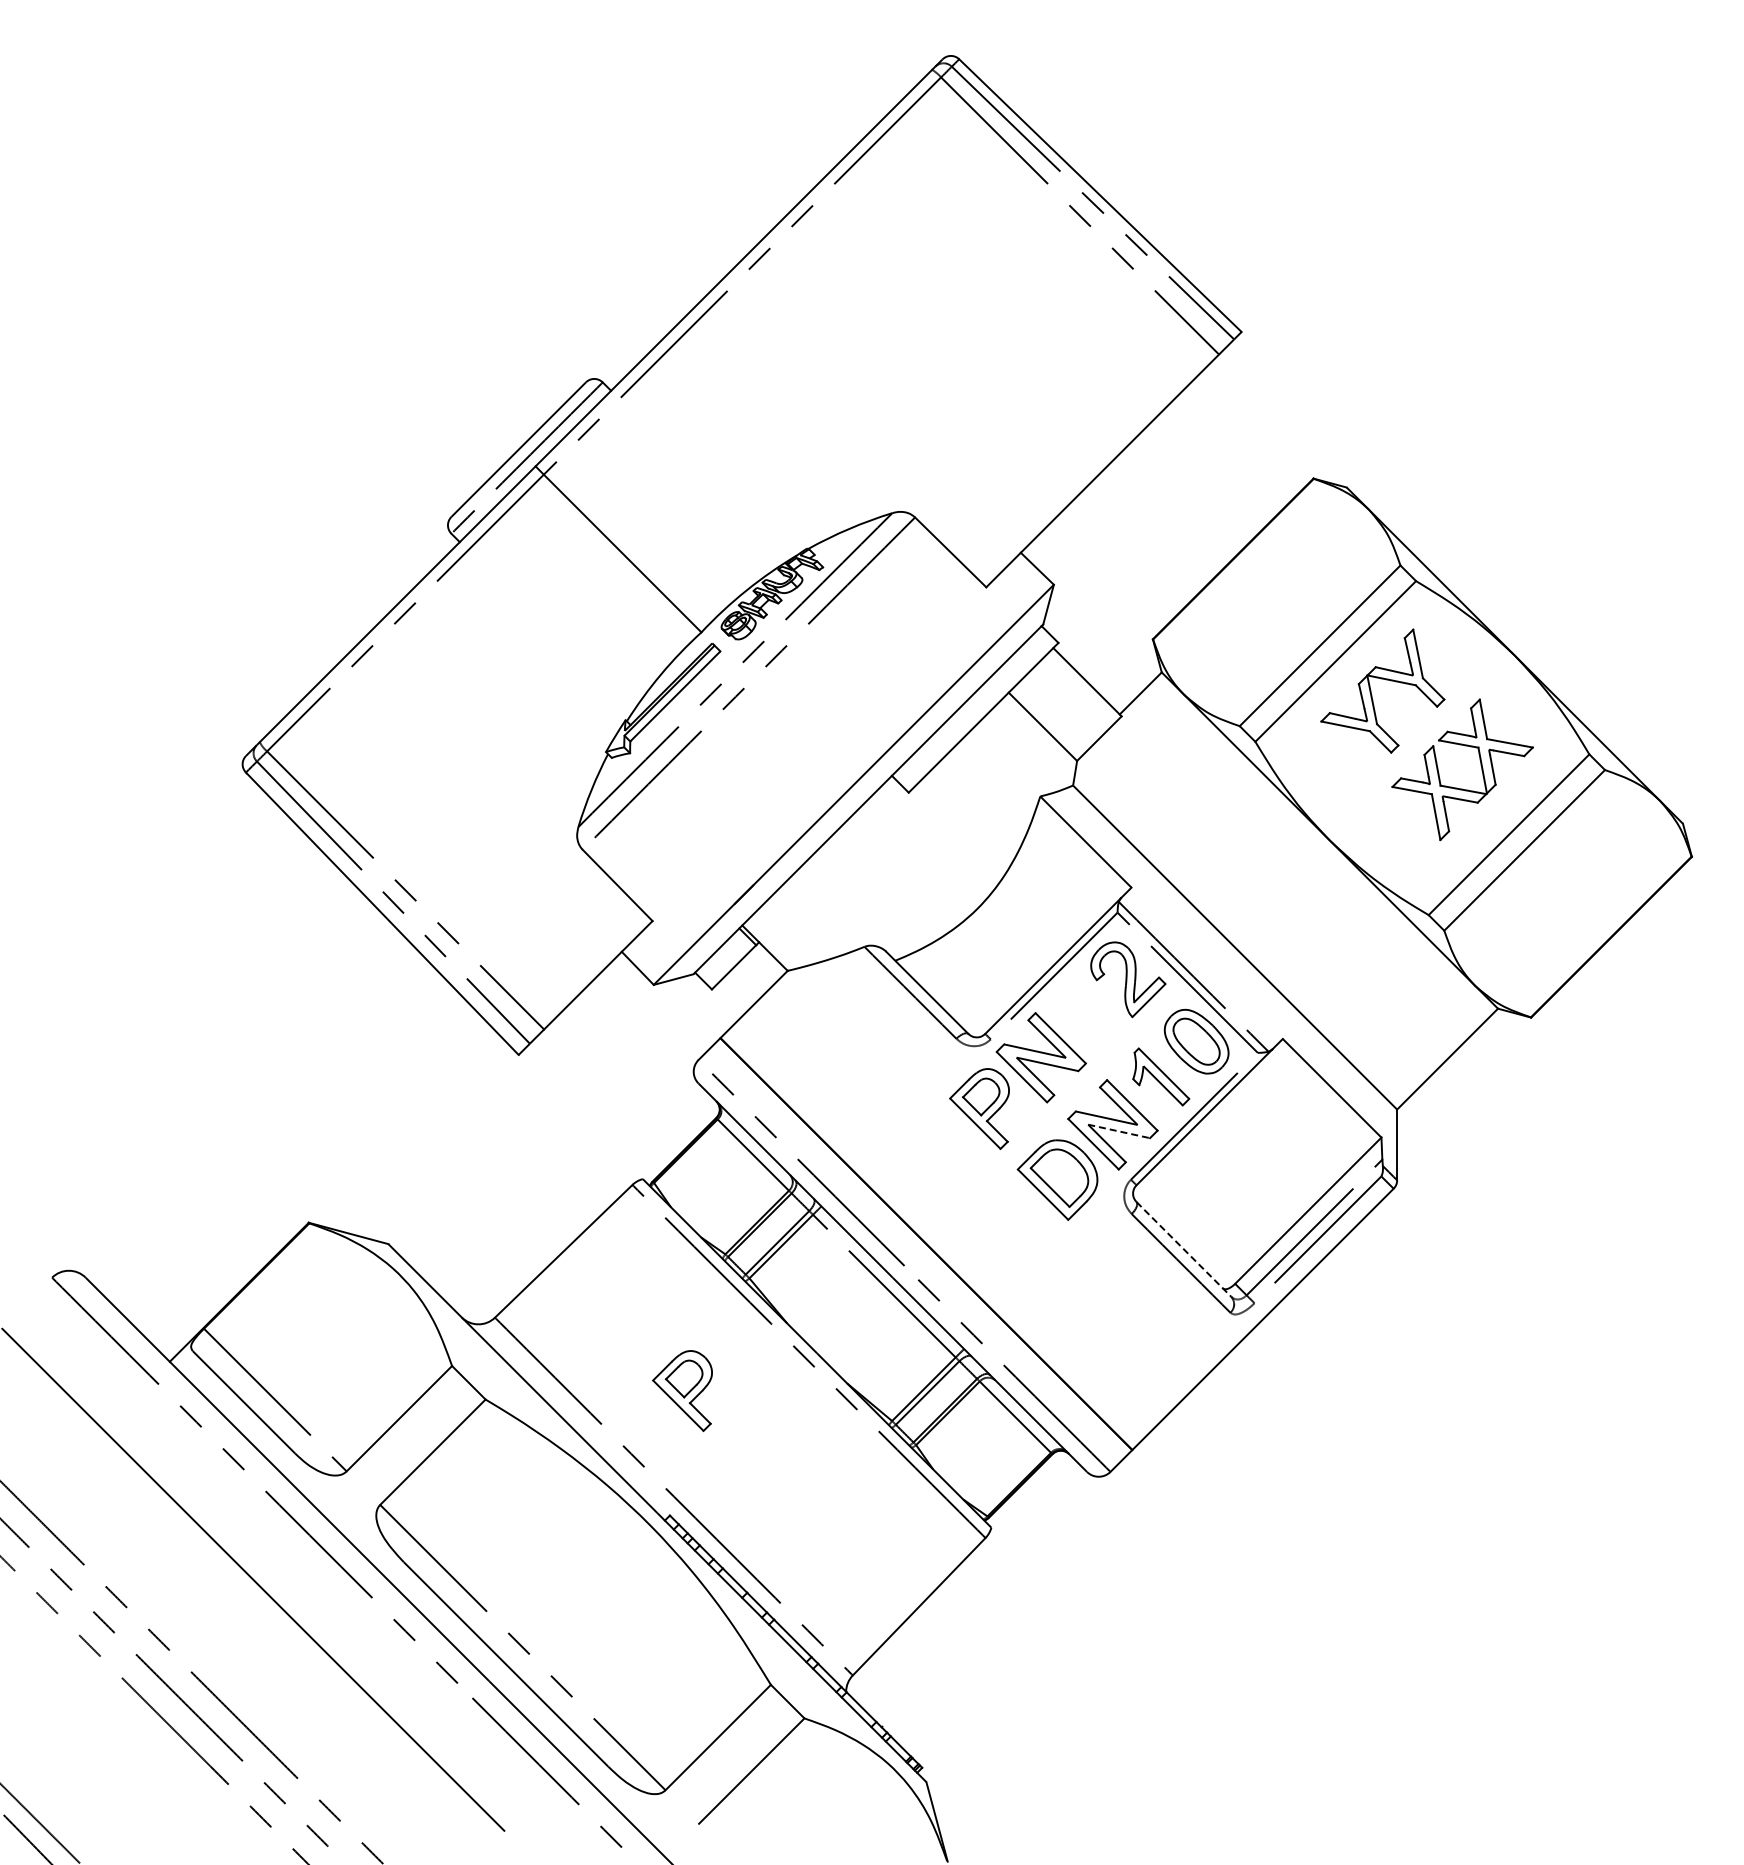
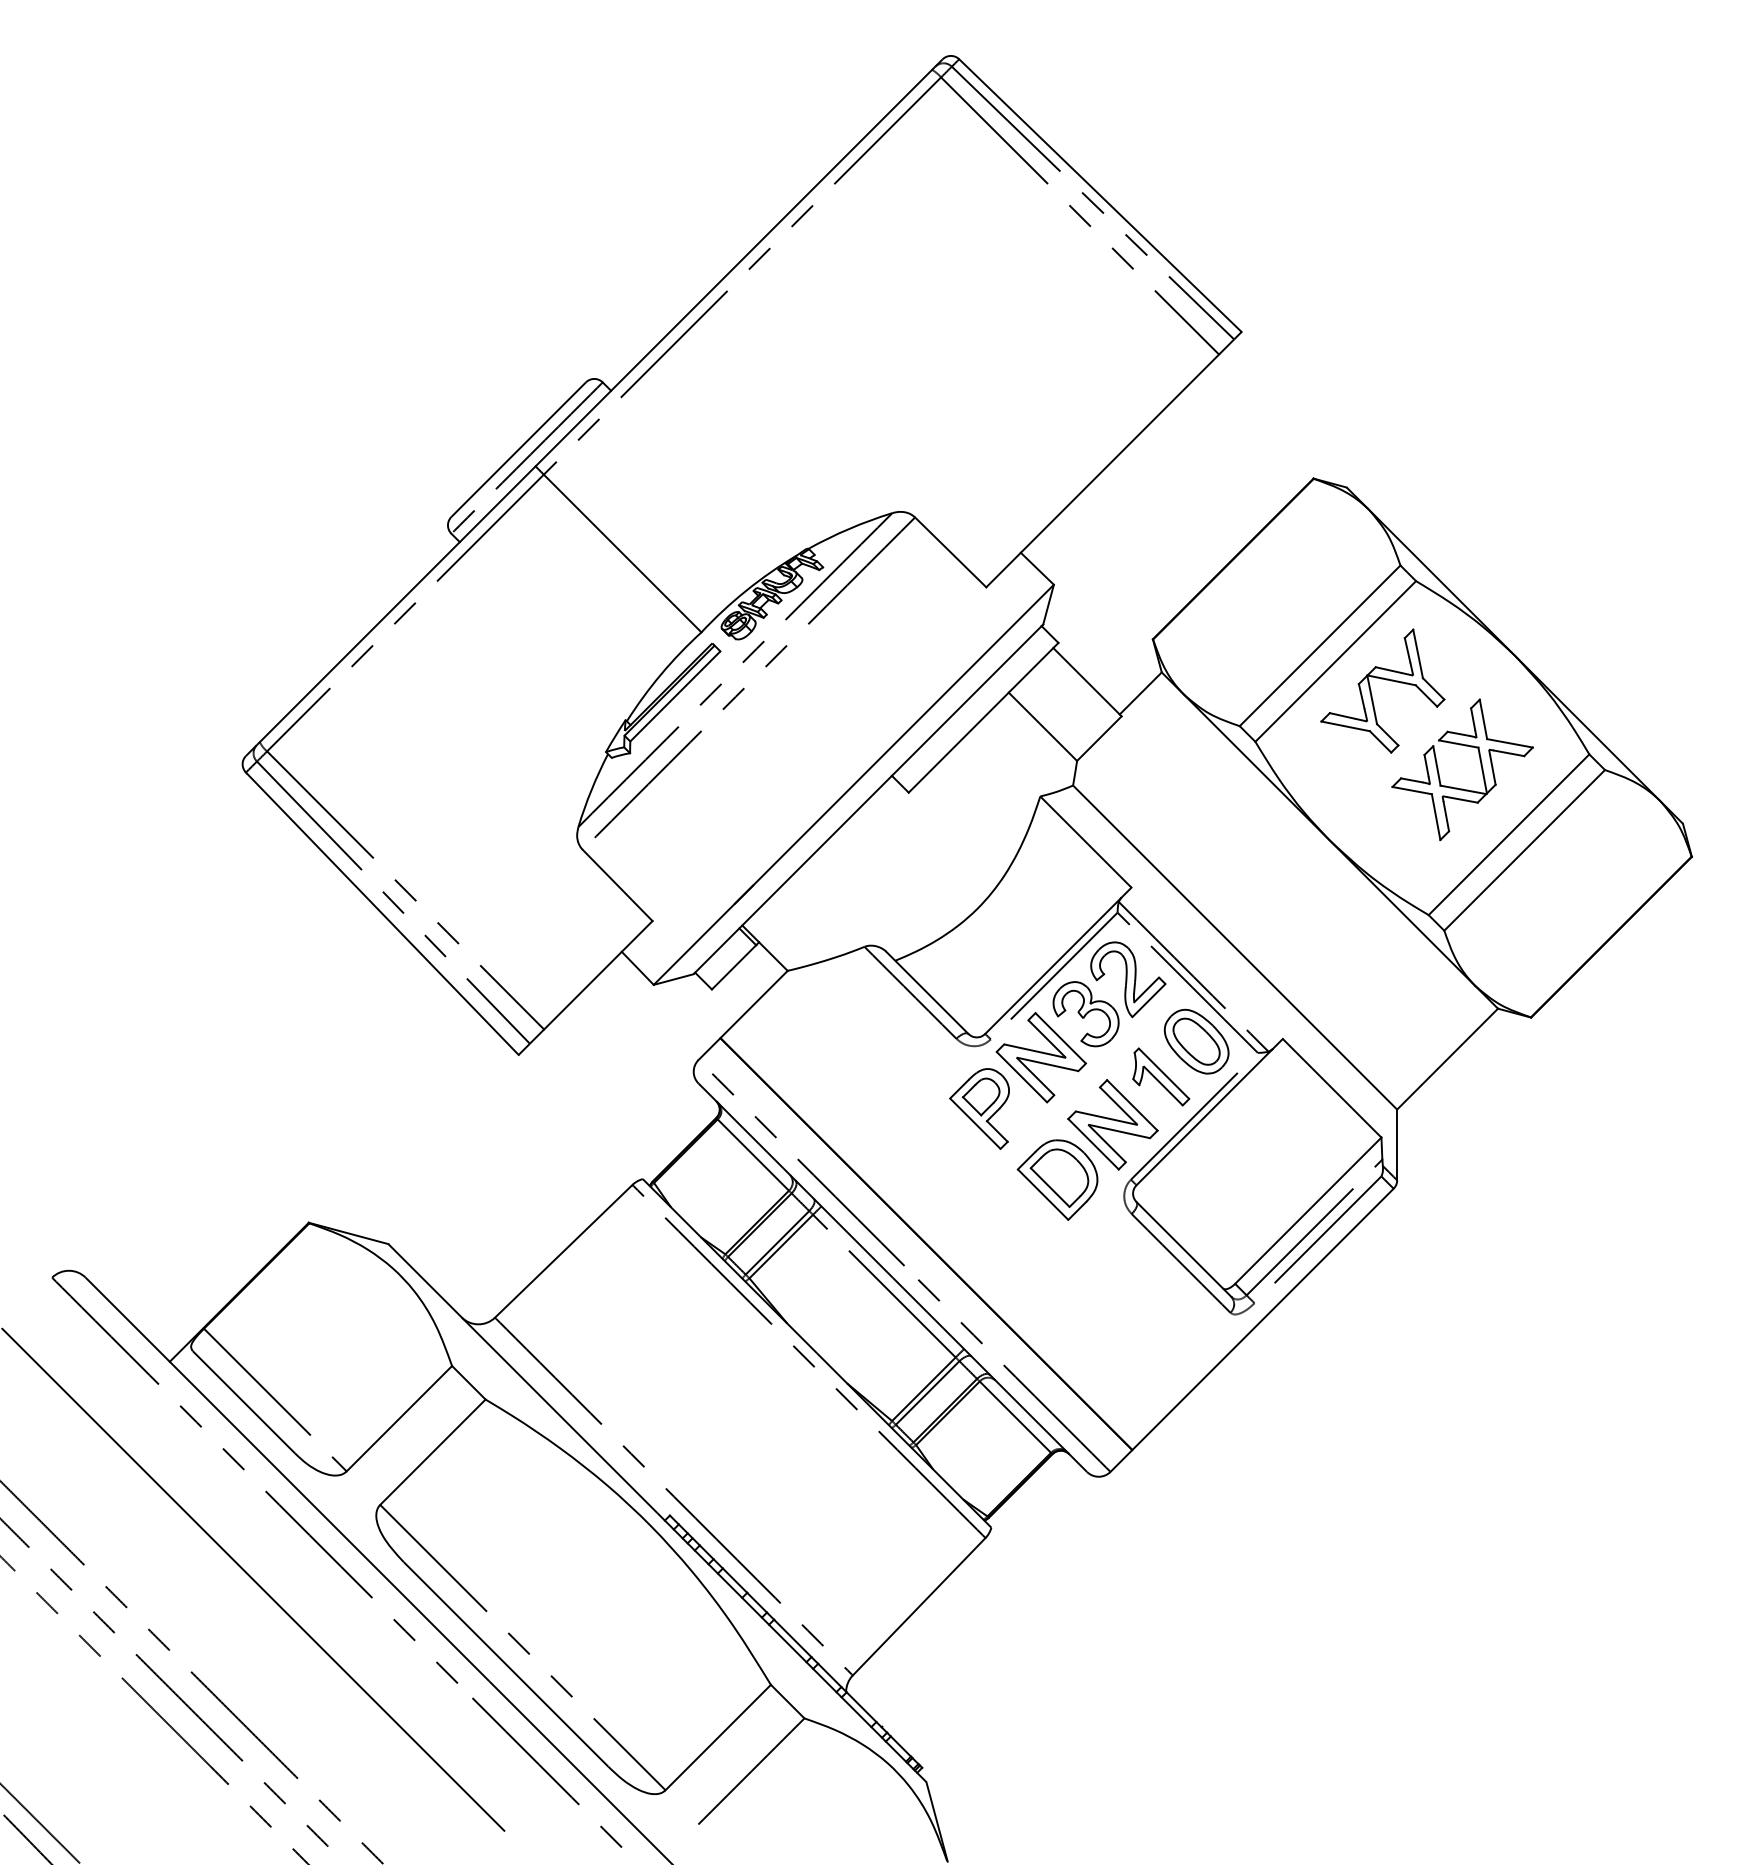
part at (1085, 1014): none -> present
line at (1119, 1131): dashed -> solid
line at (1183, 1249): dashed -> solid
part at (682, 1390): present -> none
